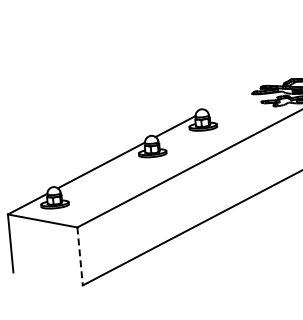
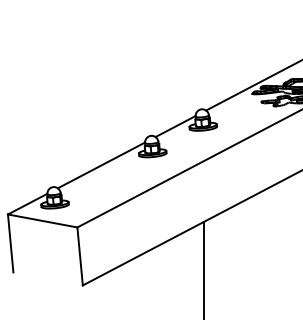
line at (252, 85): none -> present
line at (80, 256): dashed -> solid
line at (203, 268): none -> present
